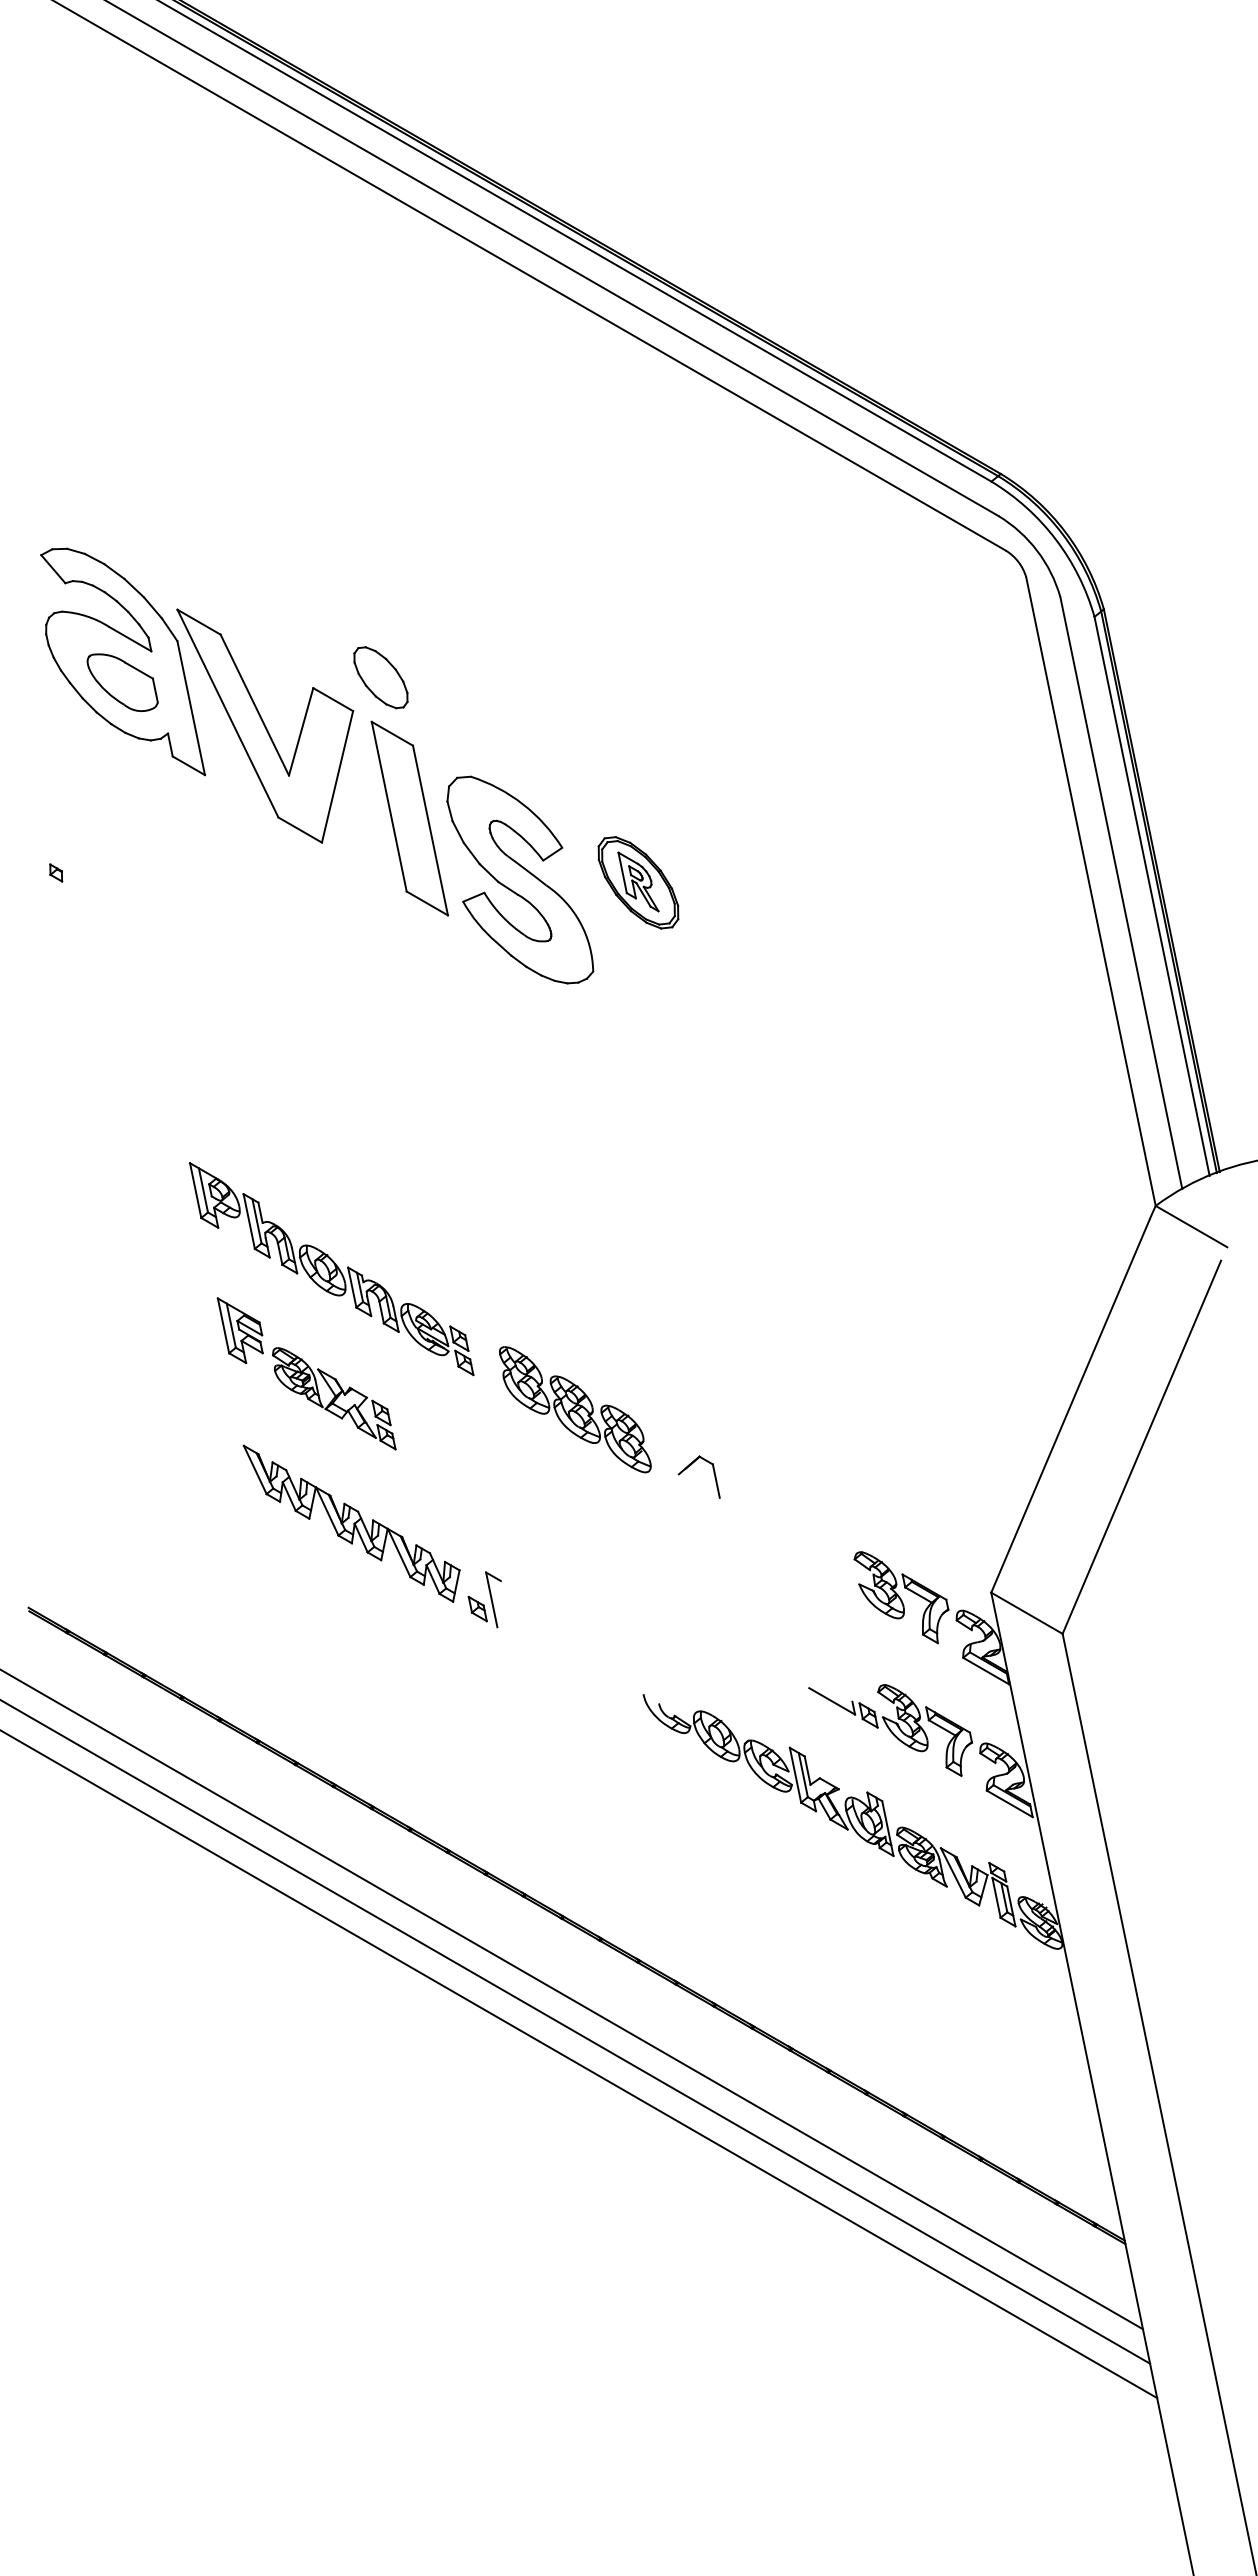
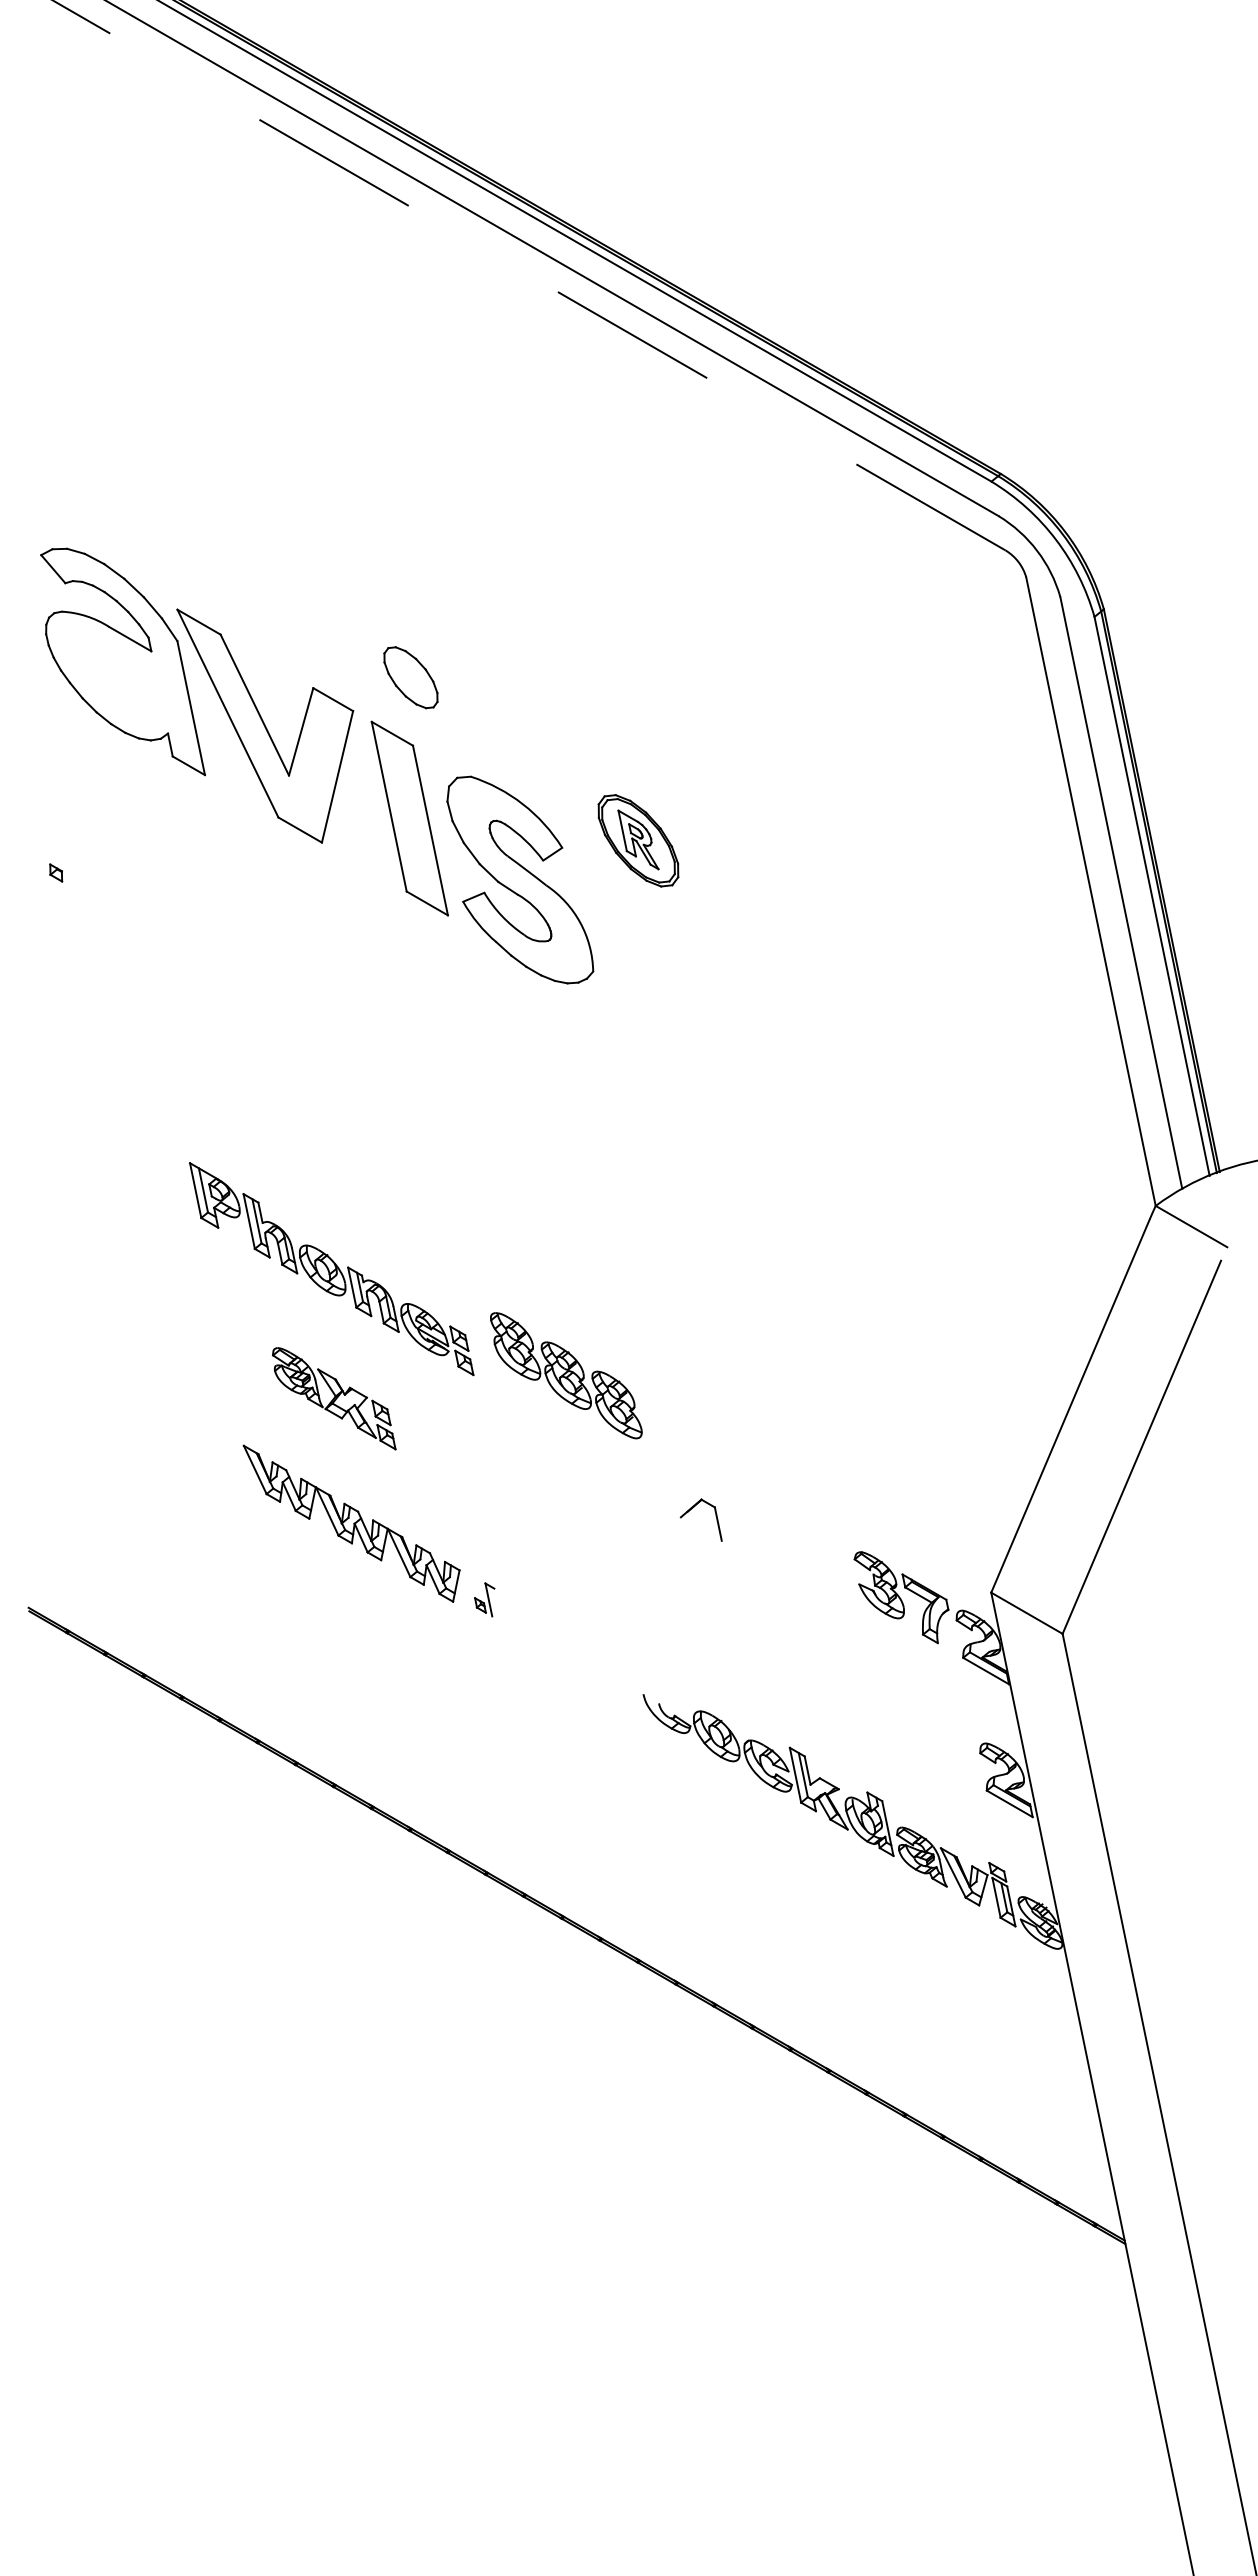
line at (528, 275): solid -> dashed
part at (380, 677) position: (380, 677) -> (410, 677)
part at (122, 682): present -> none
part at (638, 882) position: (638, 882) -> (638, 840)
part at (239, 1330): present -> none
part at (575, 1409) position: (575, 1409) -> (566, 1375)
part at (691, 1465) position: (691, 1465) -> (693, 1508)
part at (484, 1599) size: 35x58 px -> 22x36 px
part at (890, 1730): present -> none
line at (572, 1999): present -> none
line at (576, 2032): present -> none
line at (579, 2064): present -> none
